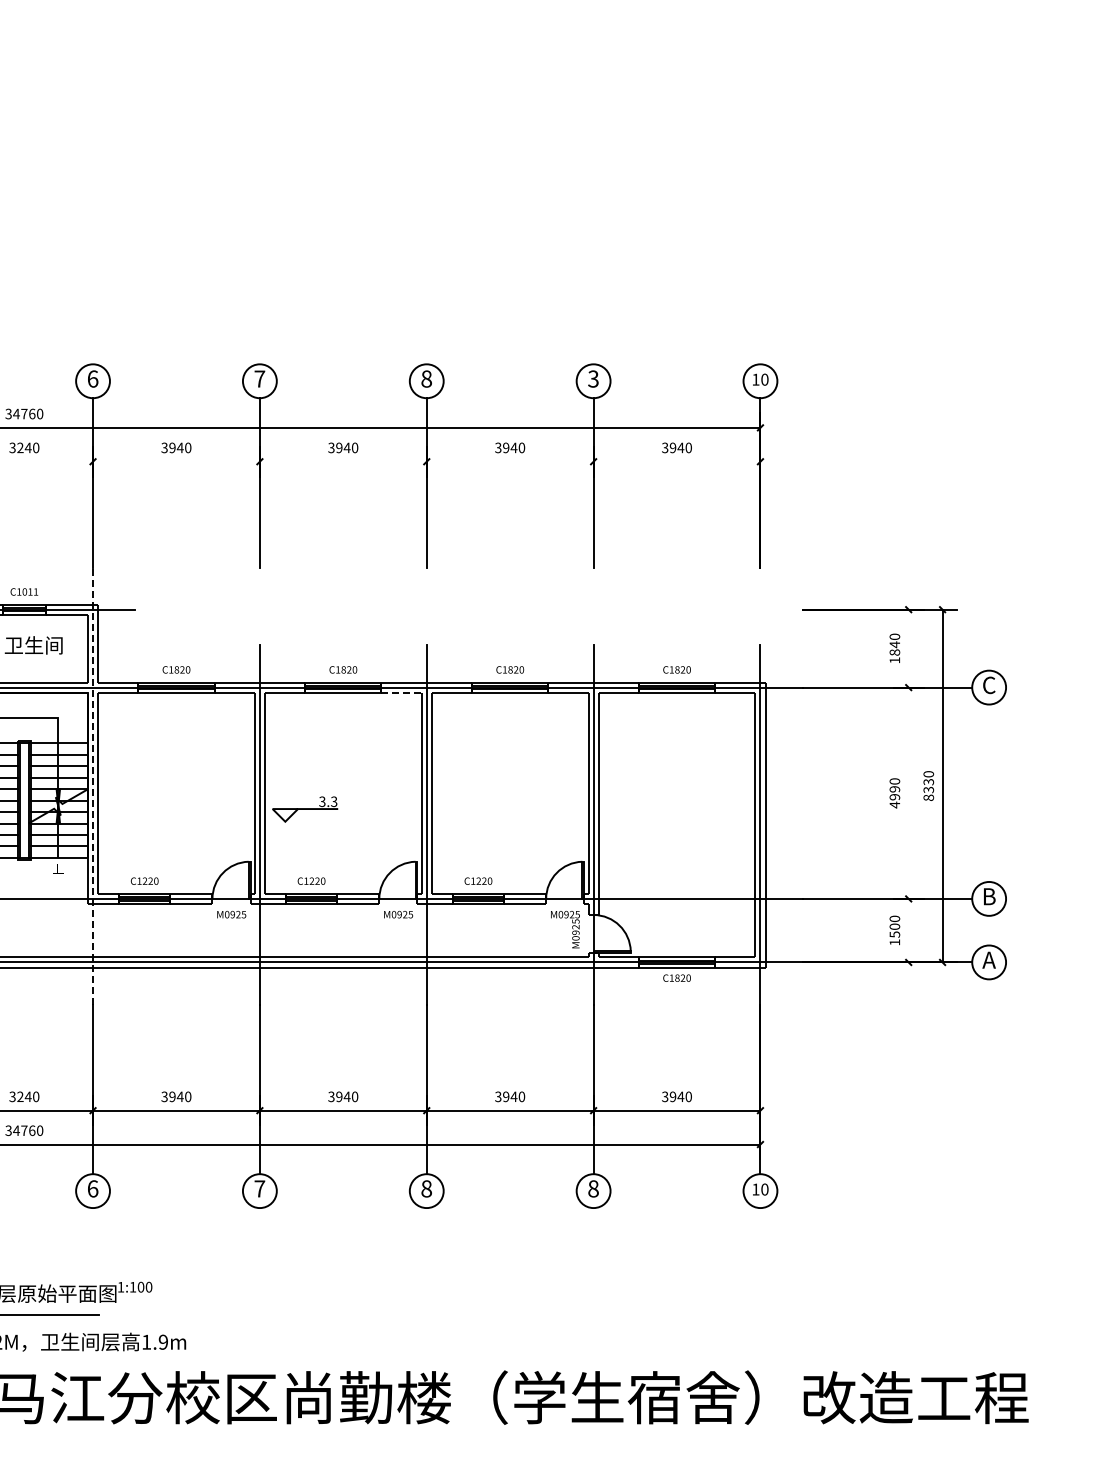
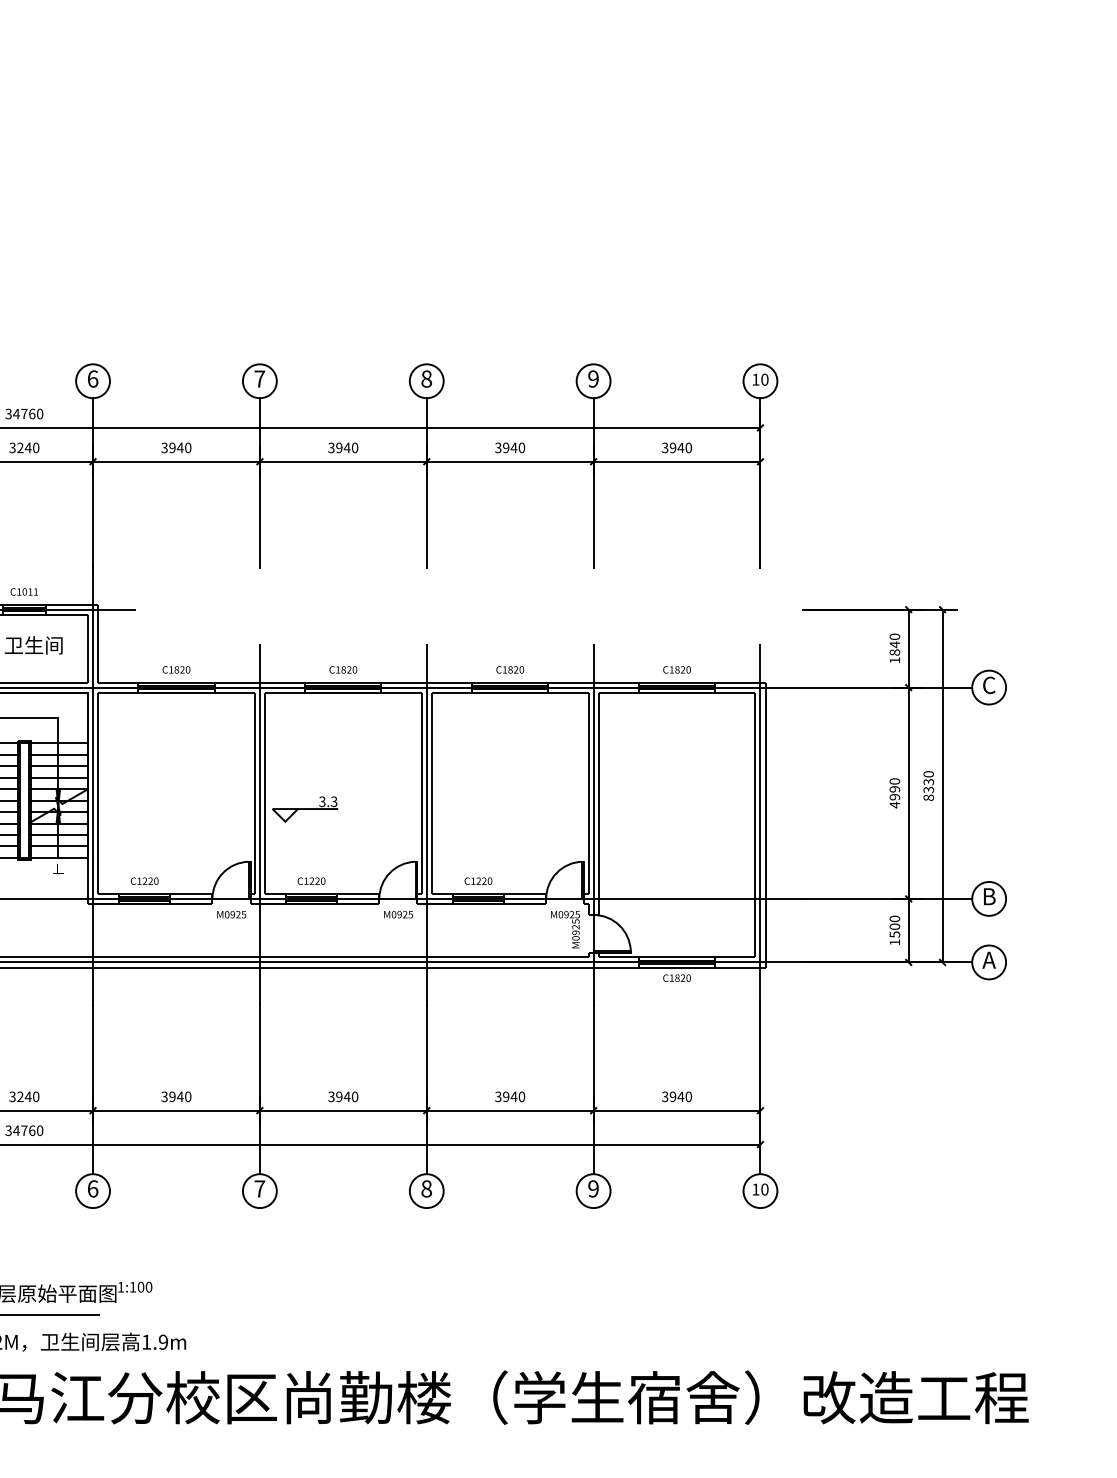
text at (593, 378): 3 -> 9
line at (381, 461): none -> present
line at (402, 692): dashed -> solid
line at (908, 785): none -> present
line at (93, 786): dashed -> solid
text at (593, 1188): 8 -> 9
